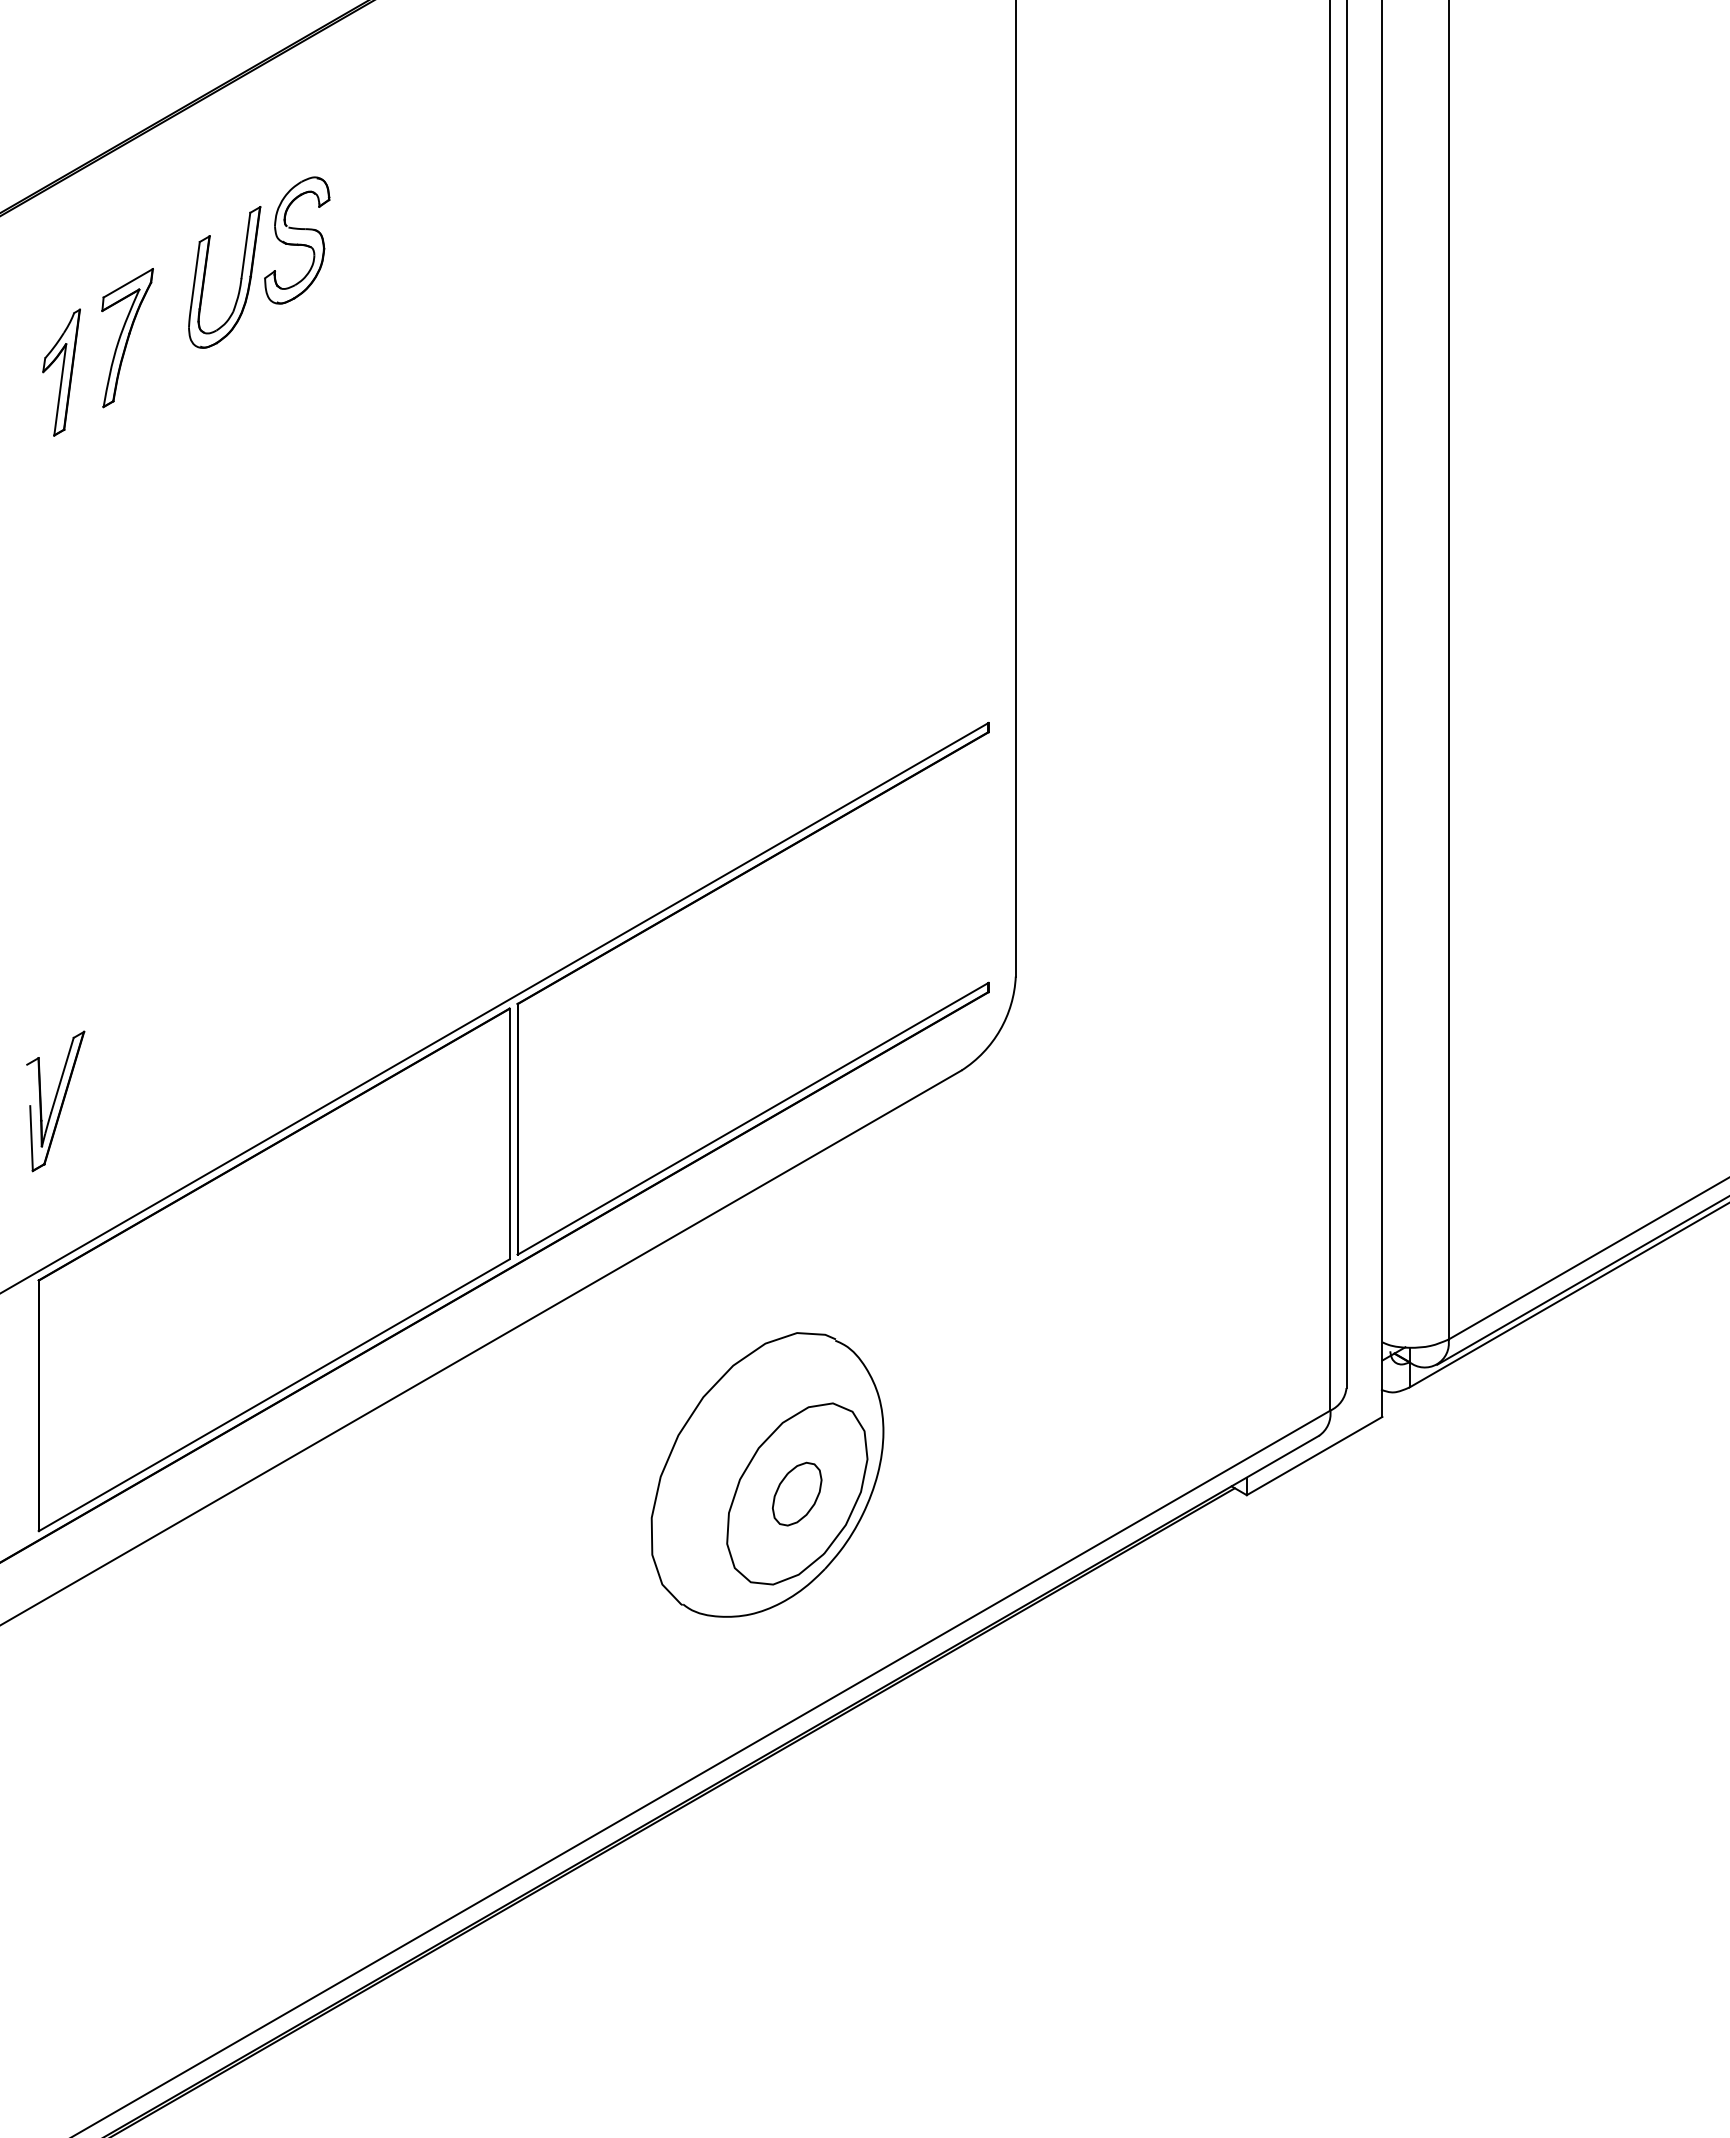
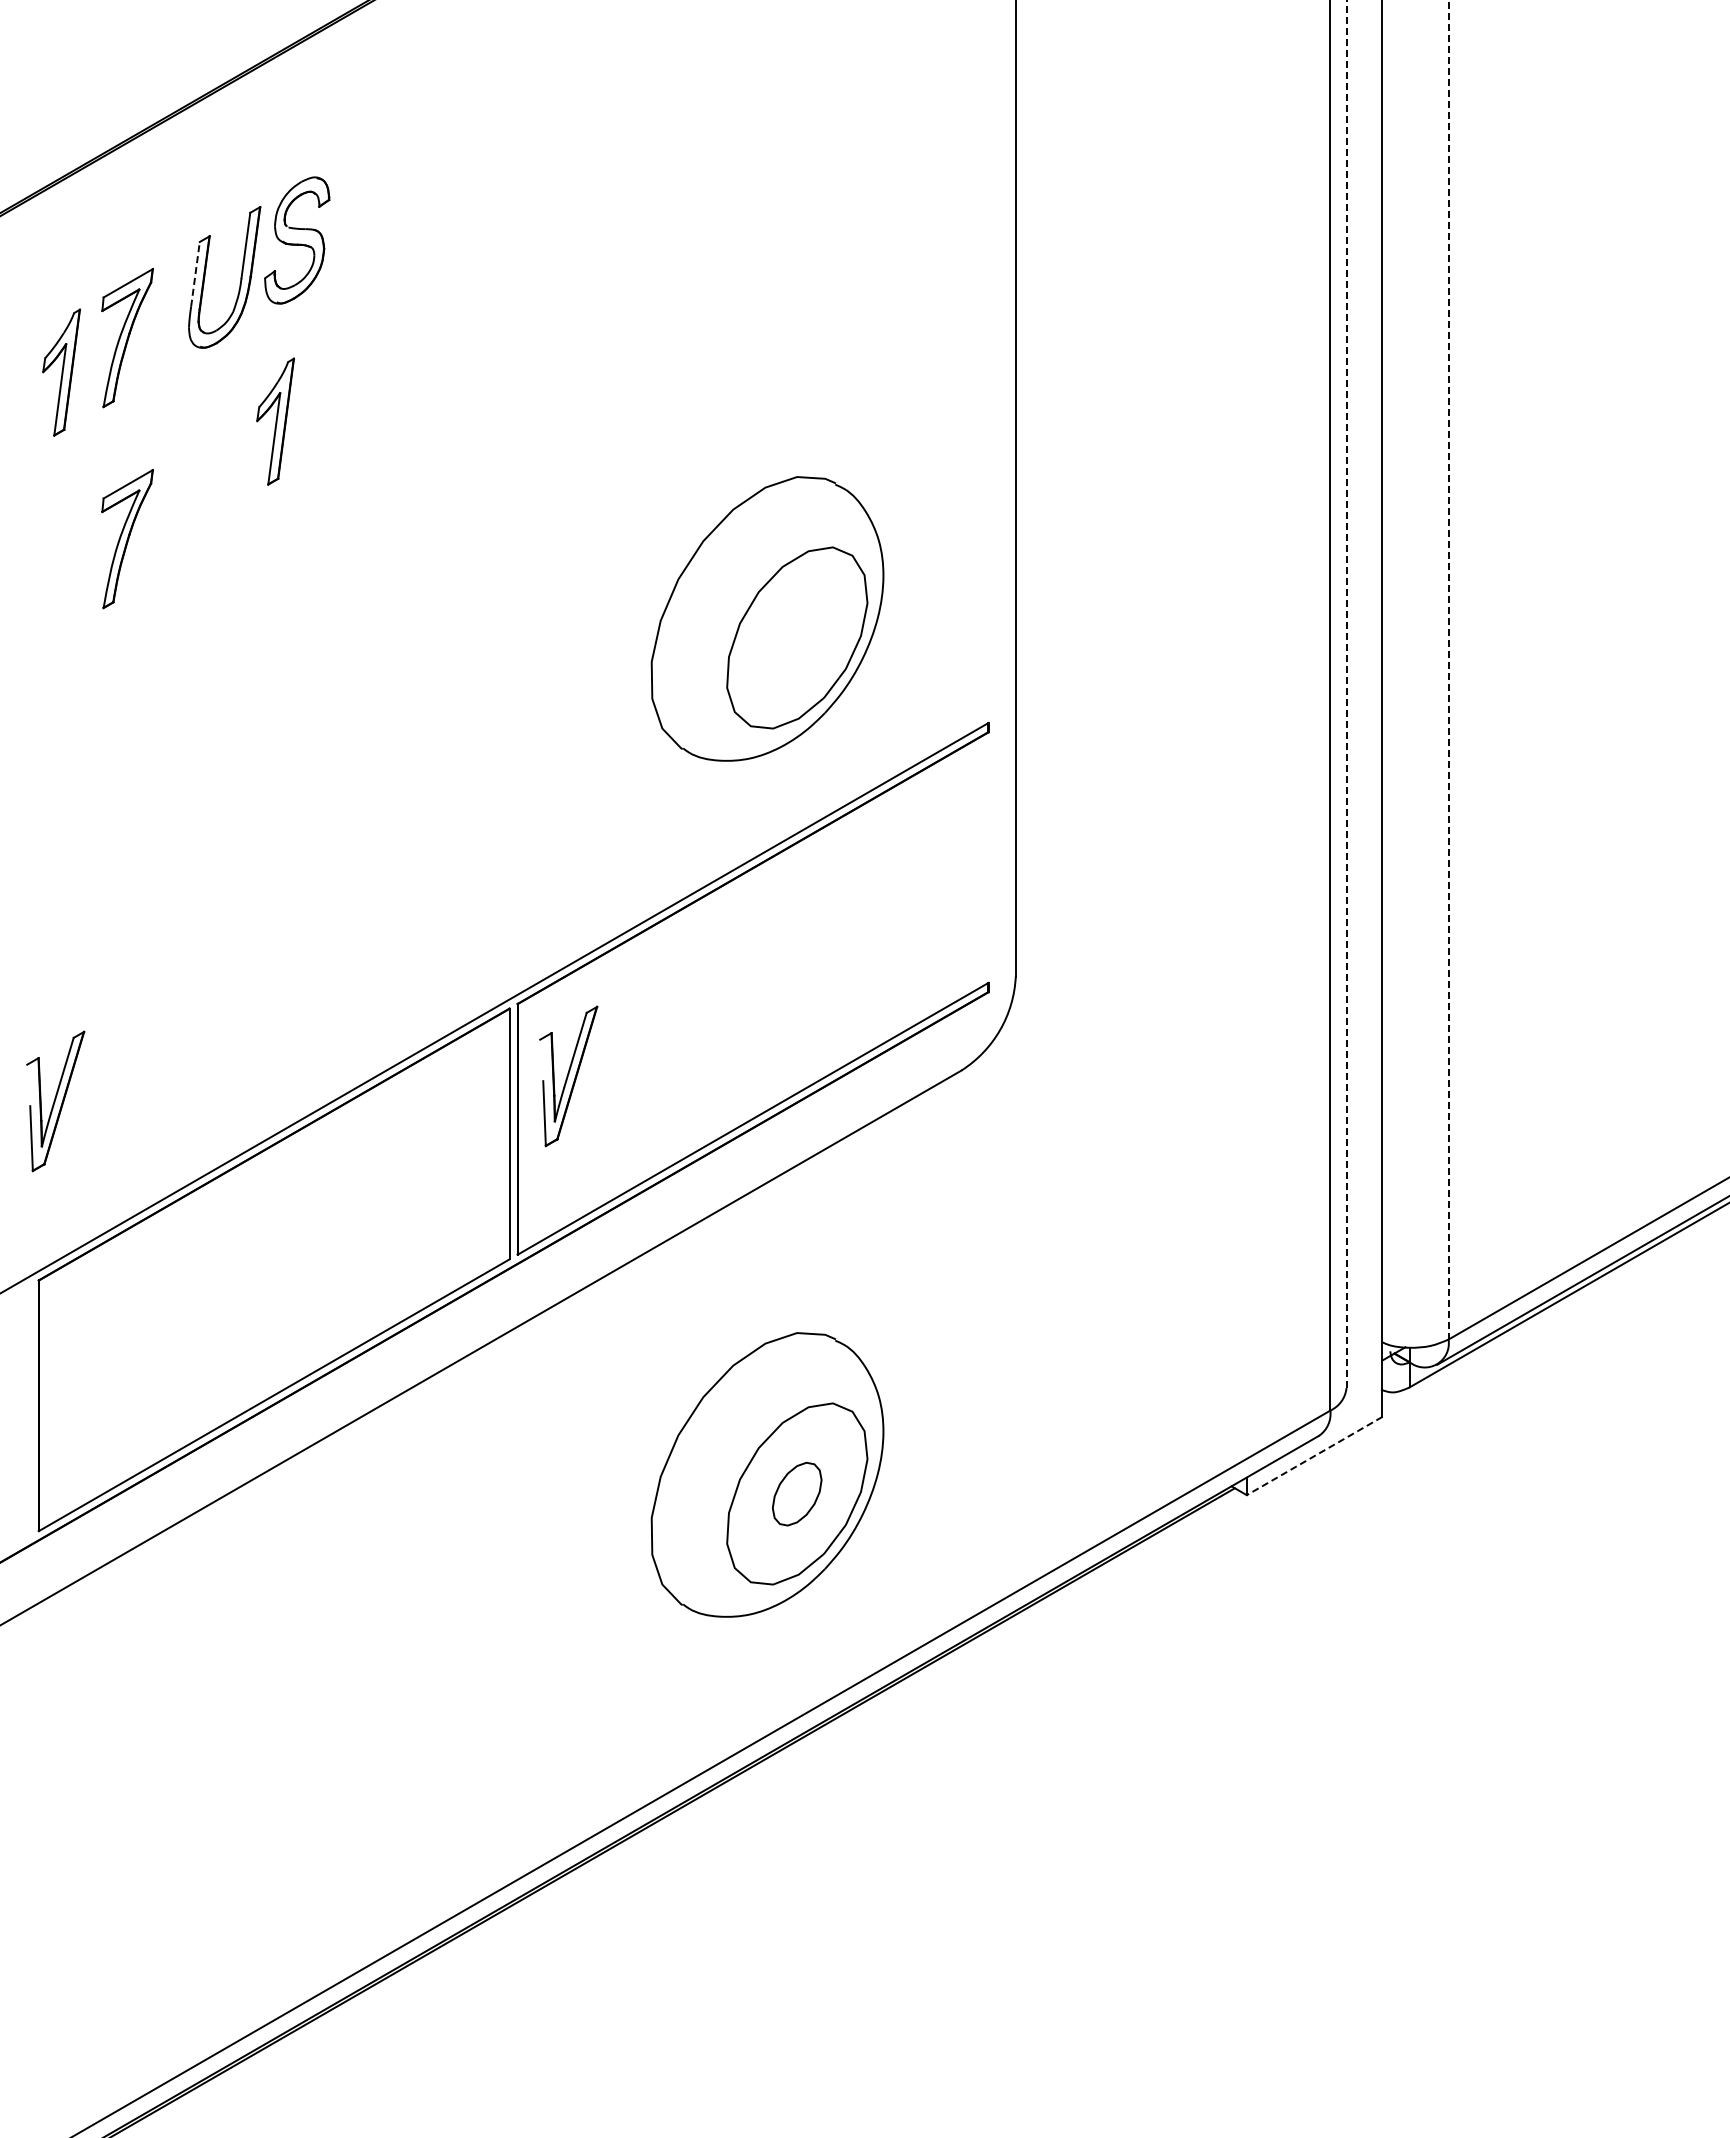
line at (195, 274): solid -> dashed
part at (275, 421): none -> present
part at (127, 539): none -> present
part at (767, 618): none -> present
line at (1448, 669): solid -> dashed
line at (1346, 694): solid -> dashed
part at (568, 1076): none -> present
line at (1314, 1456): solid -> dashed
